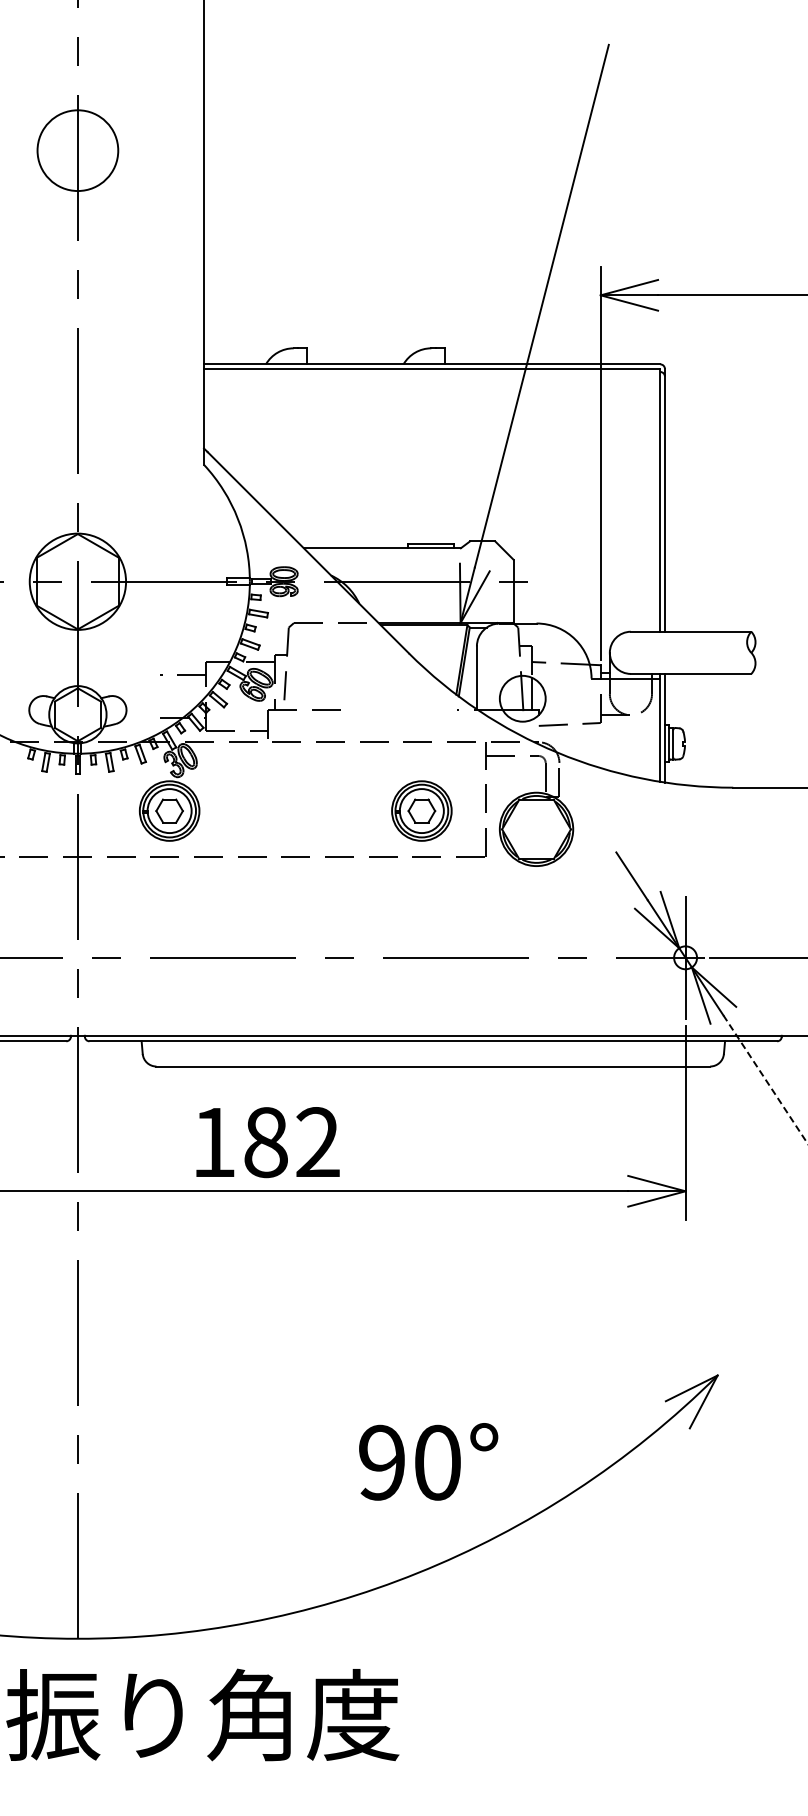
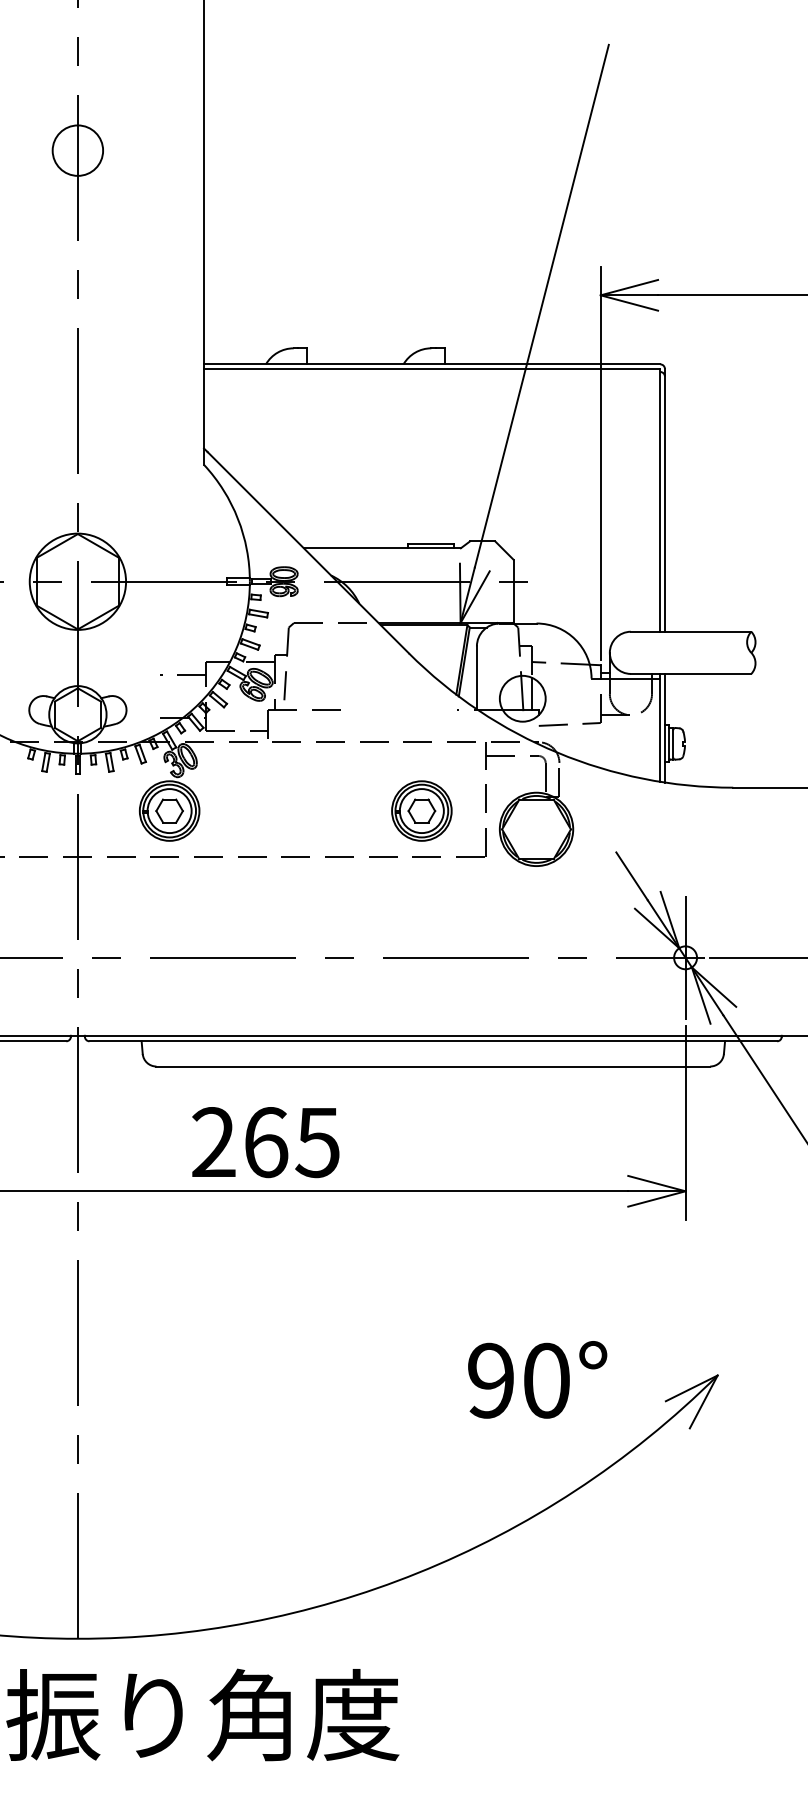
circle at (77, 150) diameter: 81 px -> 50 px
line at (765, 1079): dashed -> solid
text at (265, 1142): 182 -> 265
text at (428, 1461) position: (428, 1461) -> (537, 1379)
